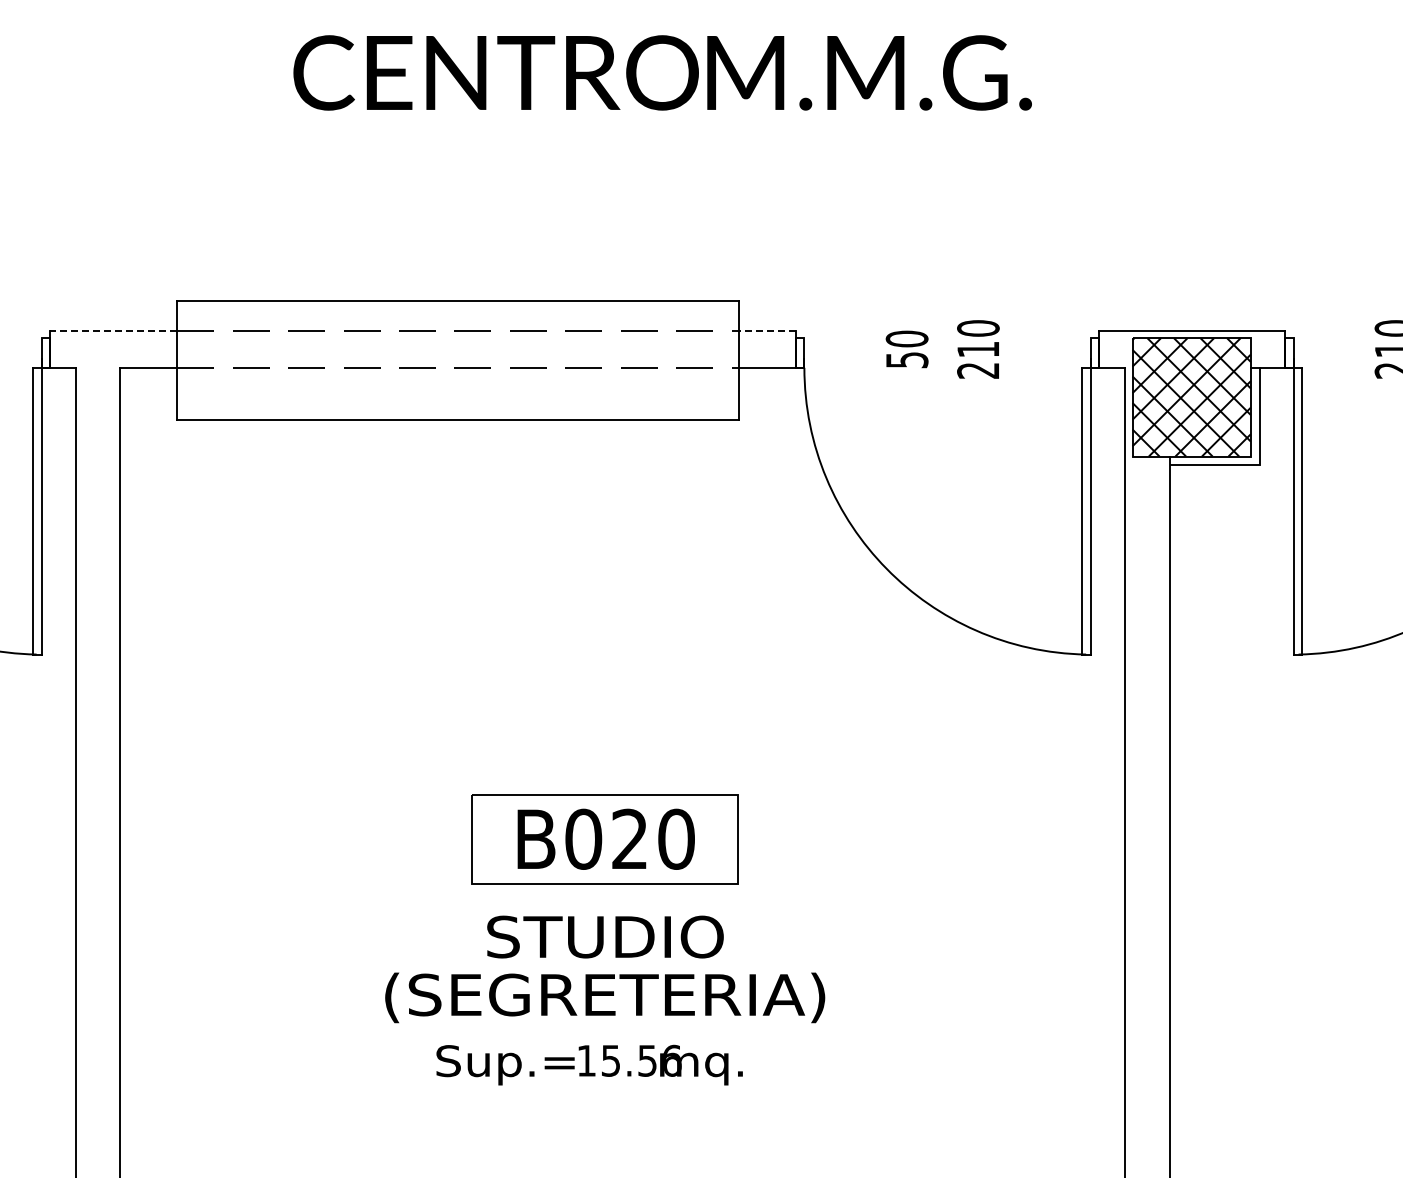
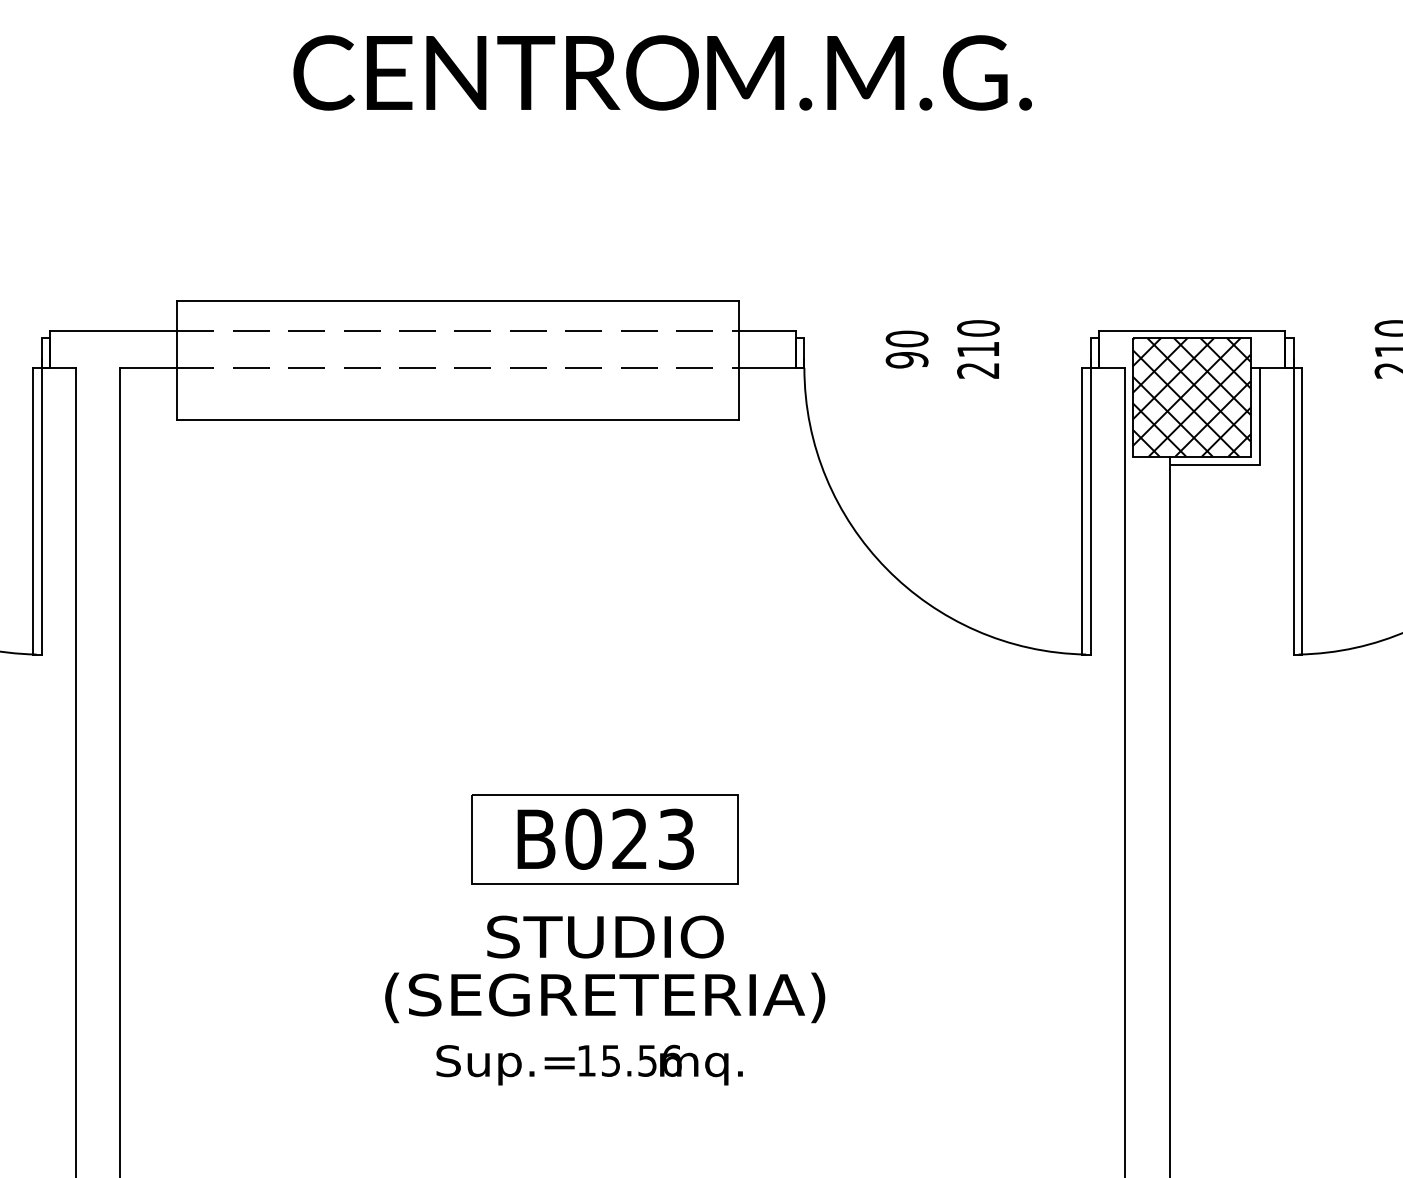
line at (113, 330): dashed -> solid
line at (767, 330): dashed -> solid
text at (906, 360): 50 -> 90
text at (676, 838): B020 -> B023
